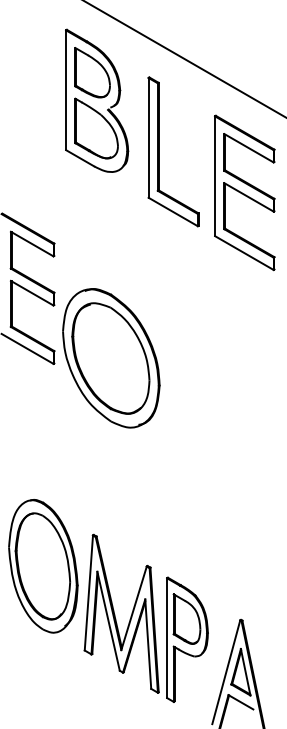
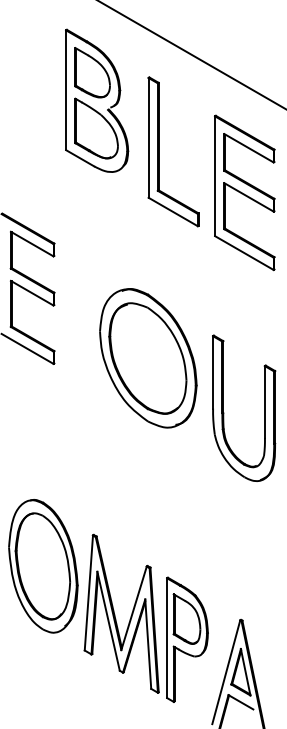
line at (184, 59) position: (184, 59) -> (191, 54)
part at (111, 358) position: (111, 358) -> (148, 358)
part at (264, 407): none -> present
